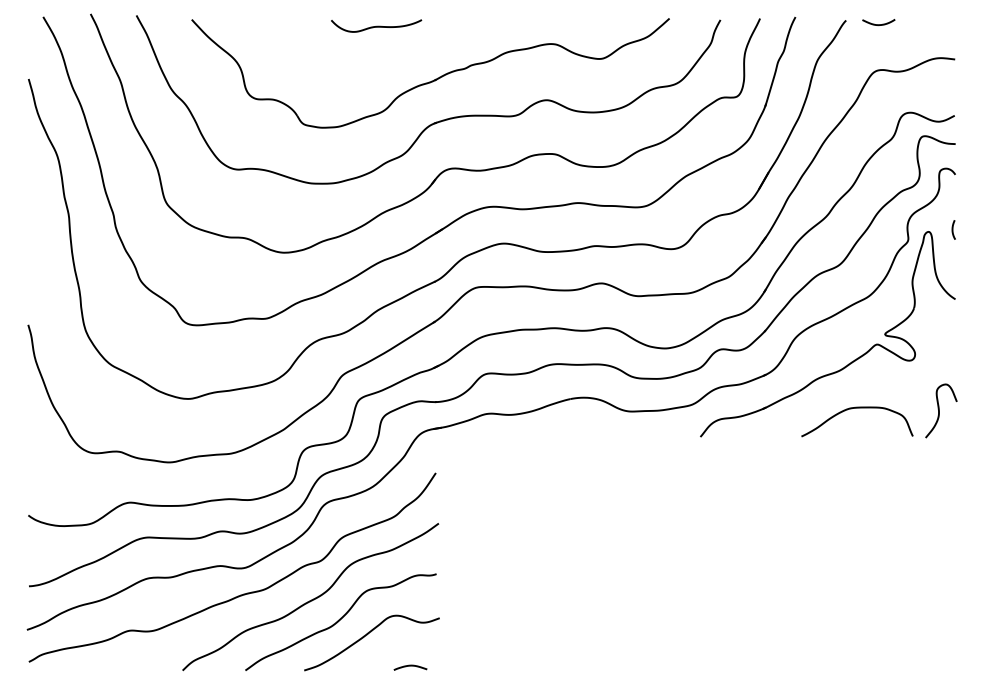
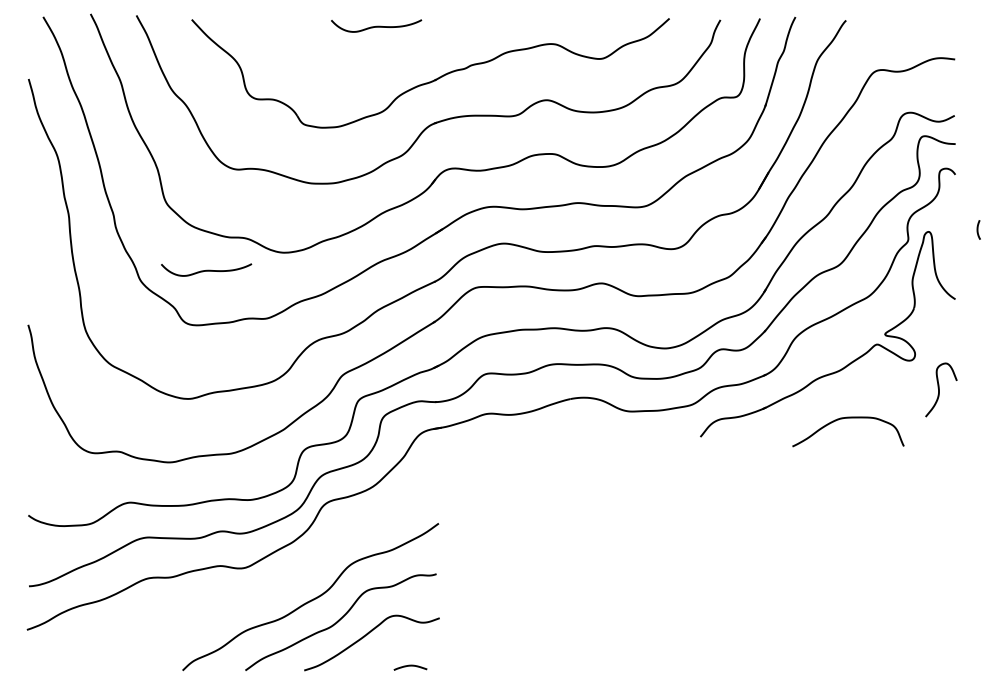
curve at (878, 24): present -> none
curve at (953, 229) position: (953, 229) -> (978, 229)
curve at (206, 269): none -> present
curve at (857, 408) position: (857, 408) -> (848, 418)
curve at (939, 410) position: (939, 410) -> (939, 389)
curve at (240, 594): present -> none
